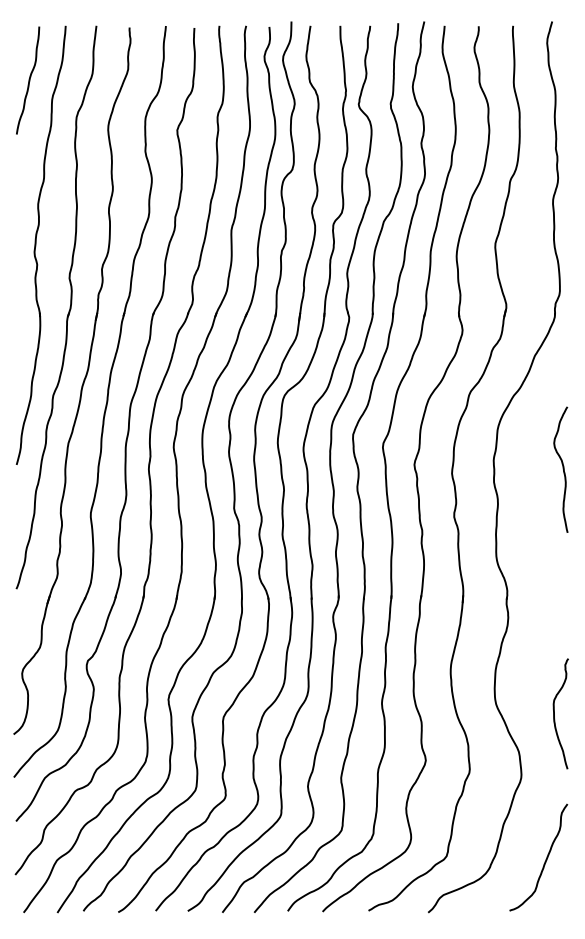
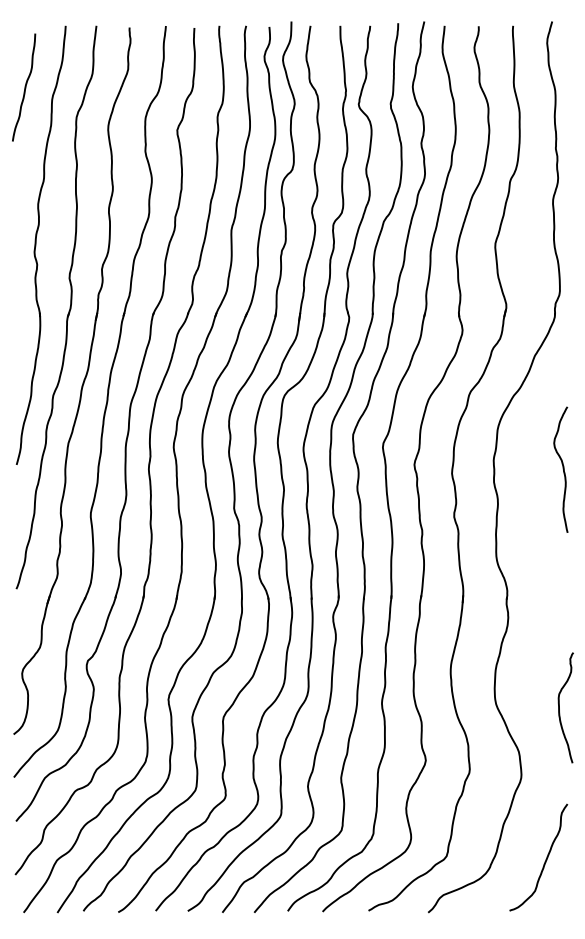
curve at (28, 80) position: (28, 80) -> (24, 87)
curve at (554, 713) position: (554, 713) -> (559, 707)
